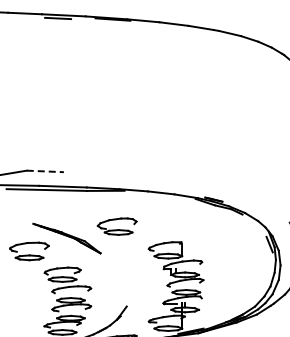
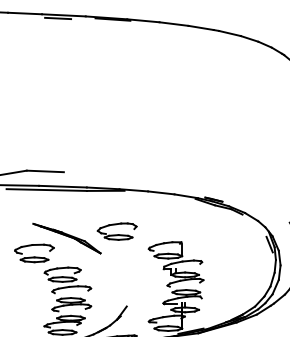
line at (45, 171): dashed -> solid
part at (116, 226) position: (116, 226) -> (116, 231)
part at (29, 251) position: (29, 251) -> (34, 253)
